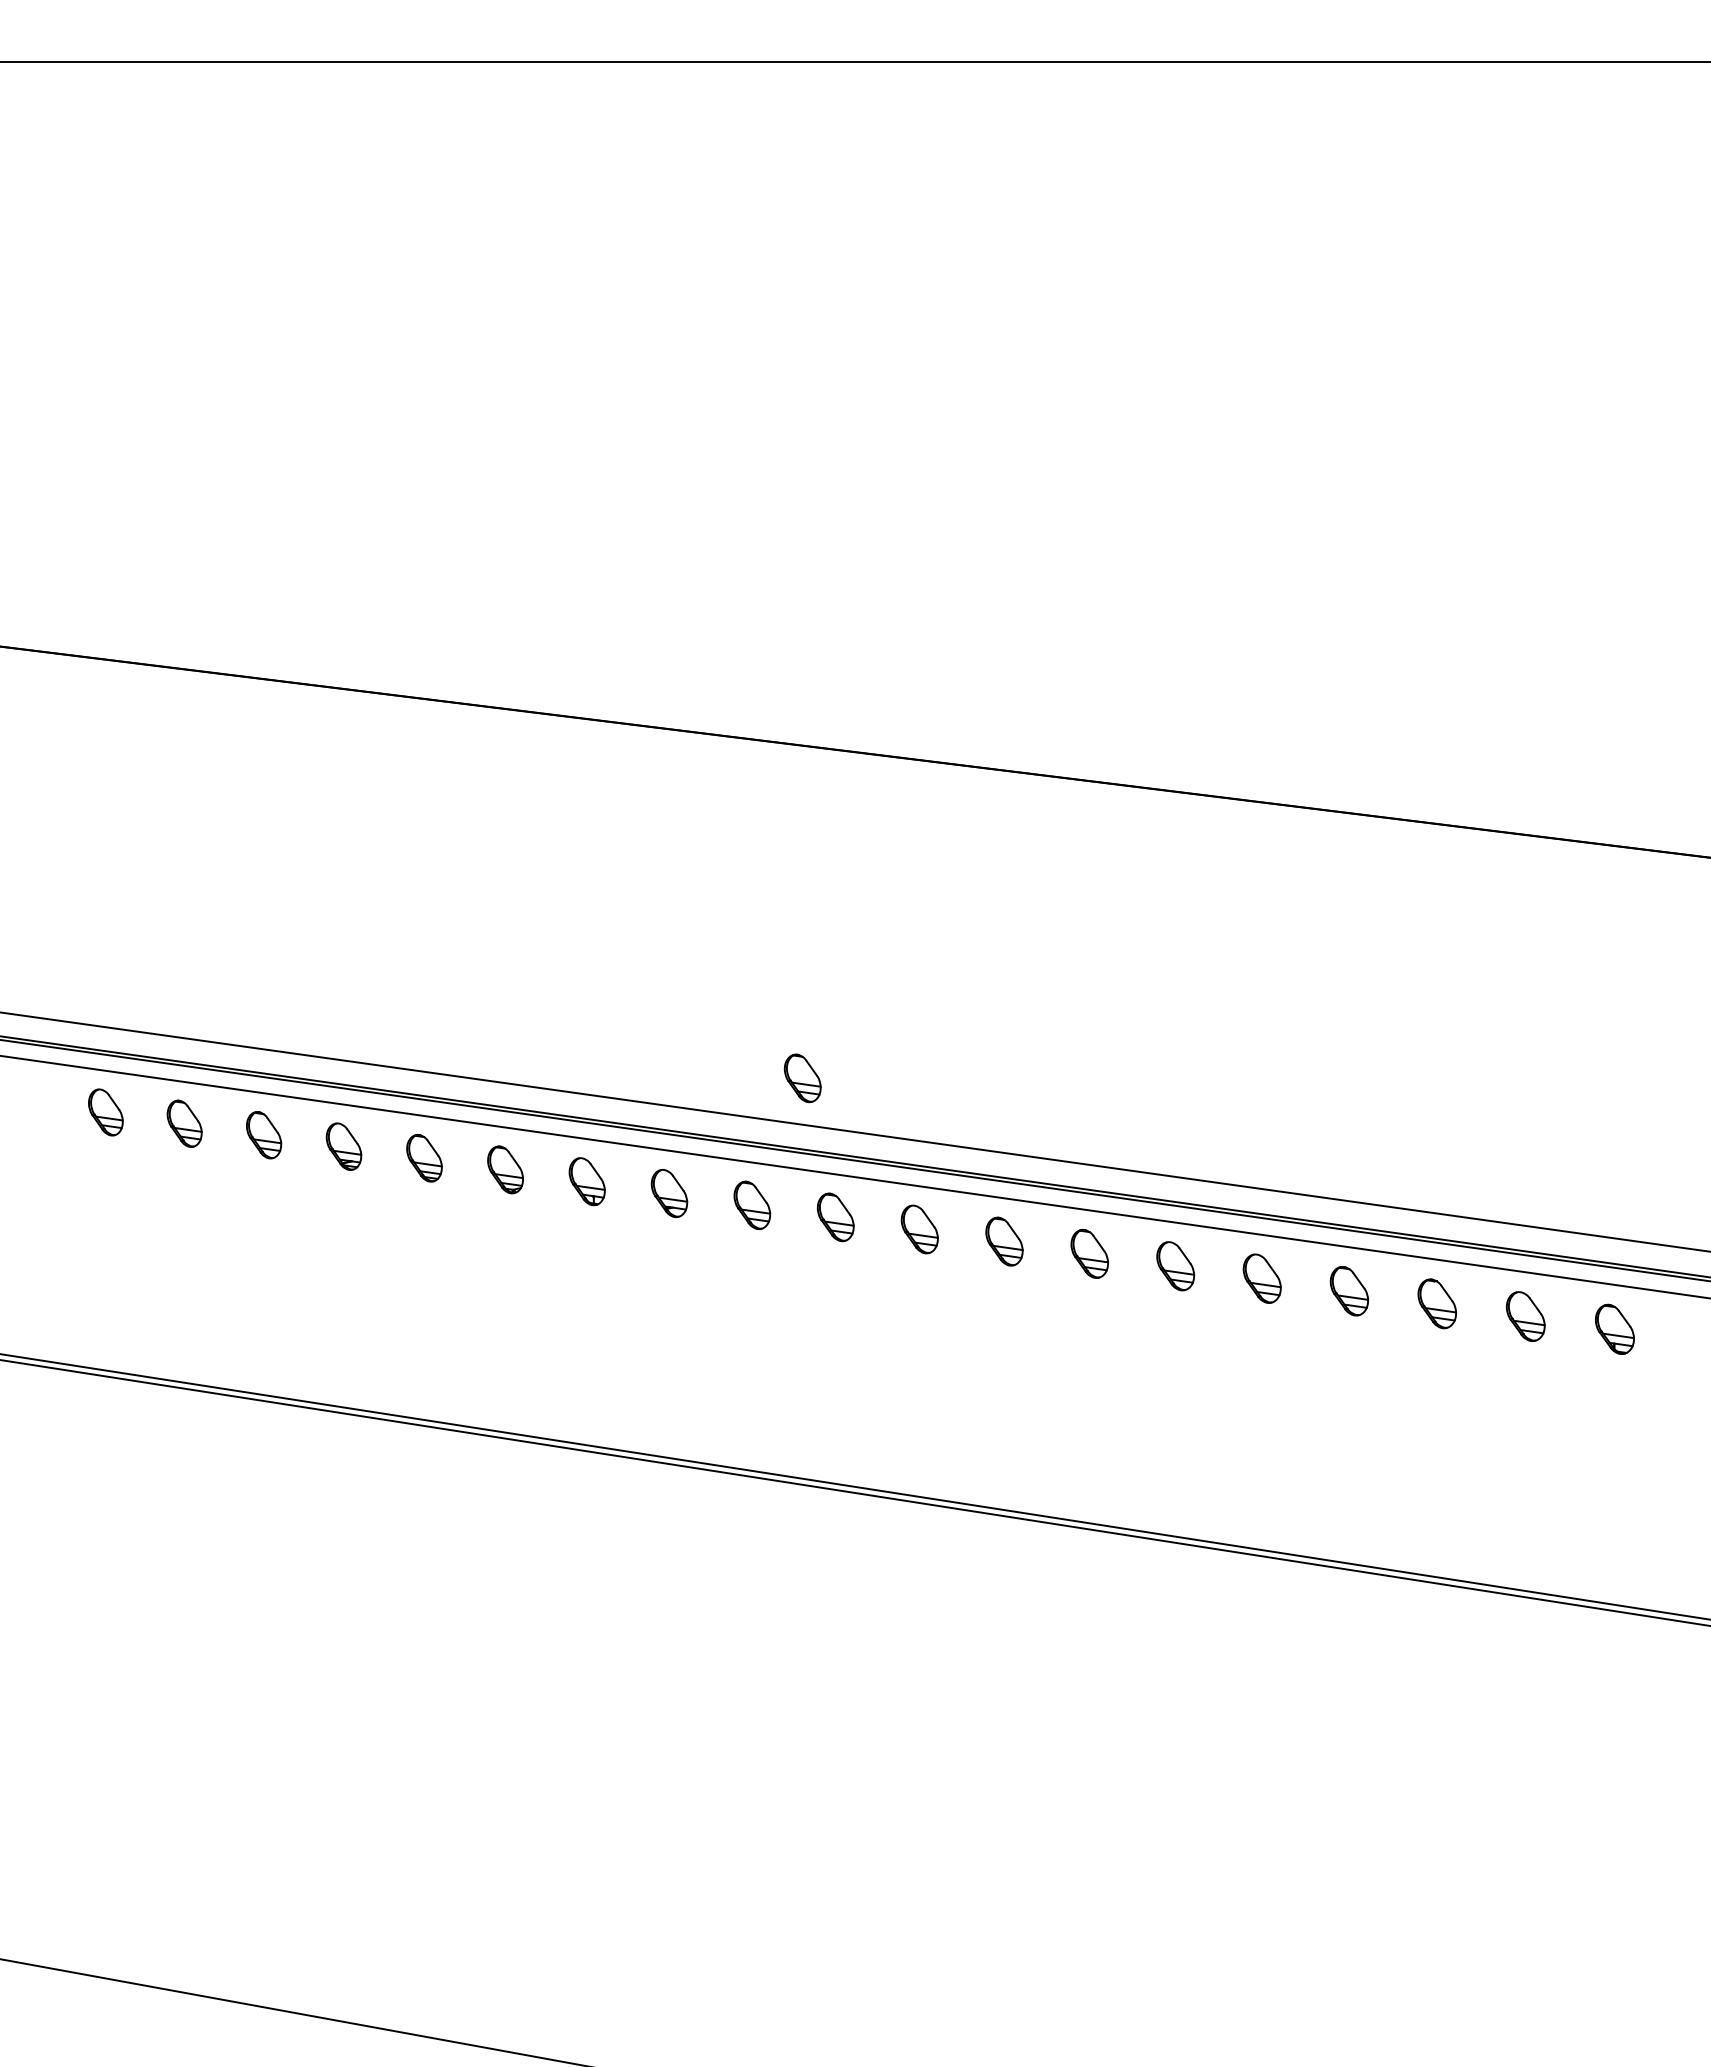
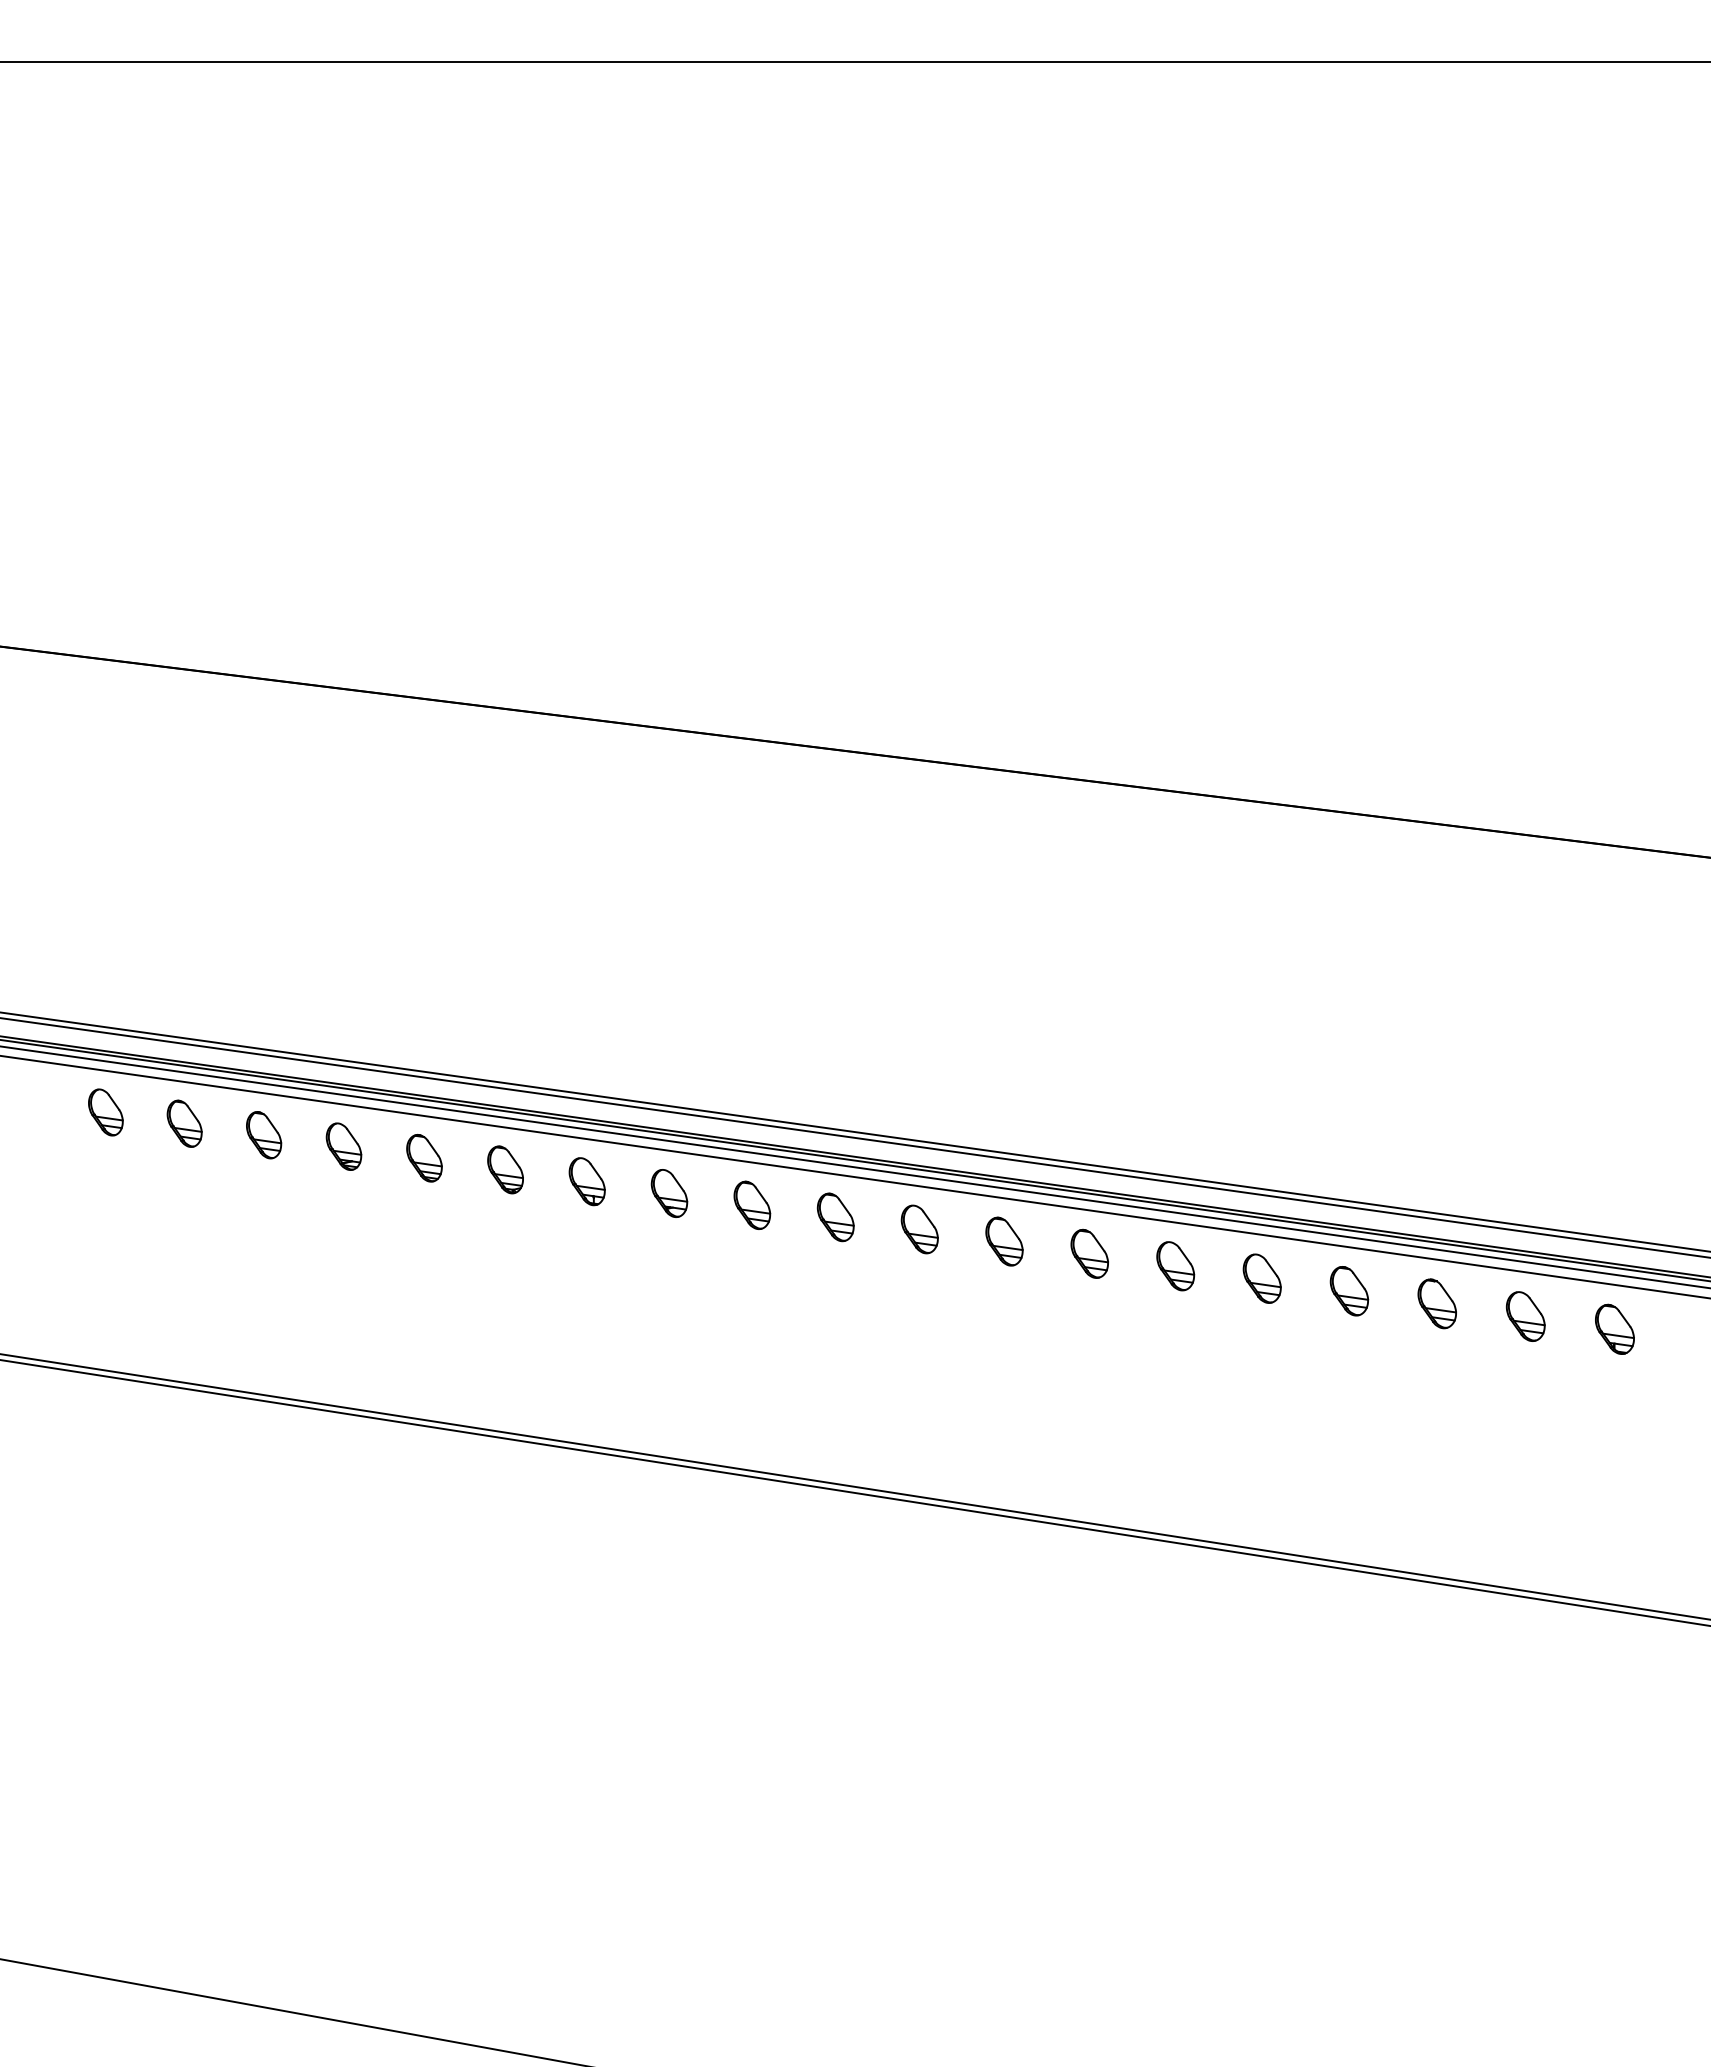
part at (802, 1078): present -> none
line at (854, 1137): none -> present
line at (854, 1166): none -> present
